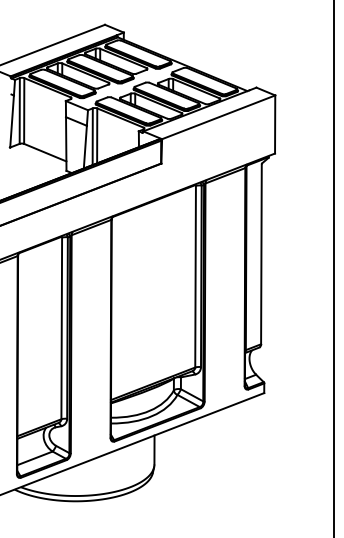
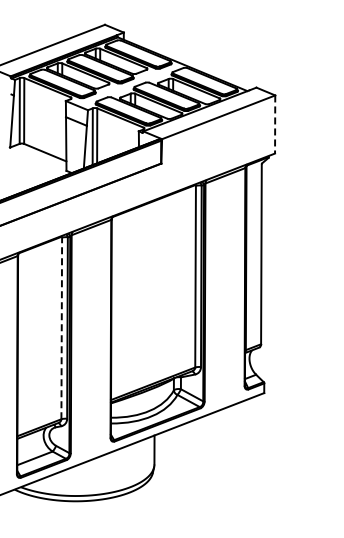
line at (275, 124): solid -> dashed
line at (333, 268): present -> none
line at (61, 328): solid -> dashed
